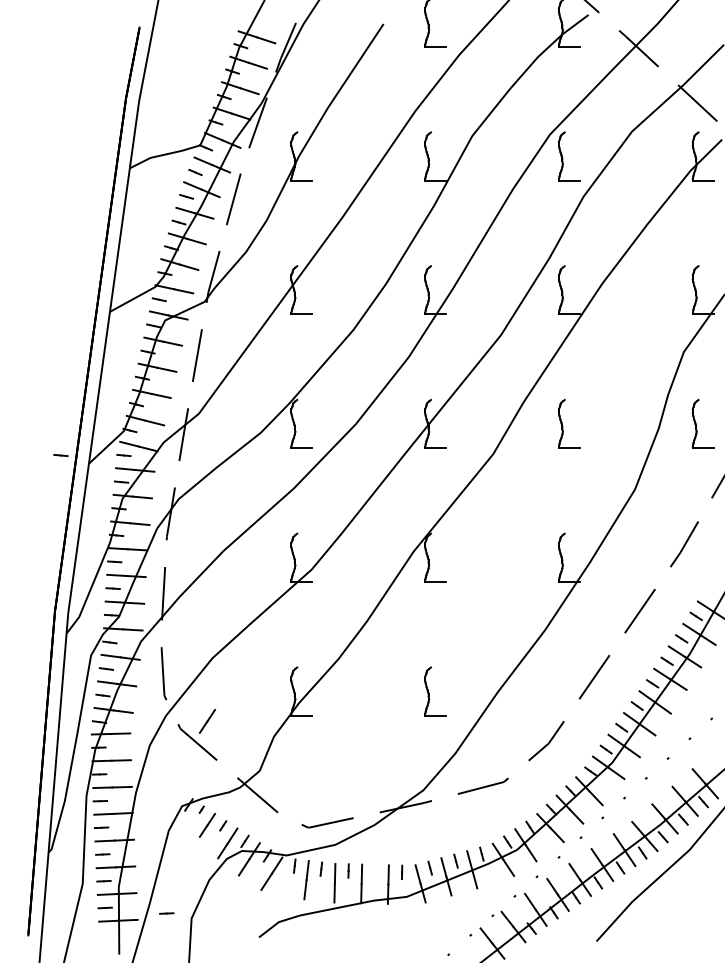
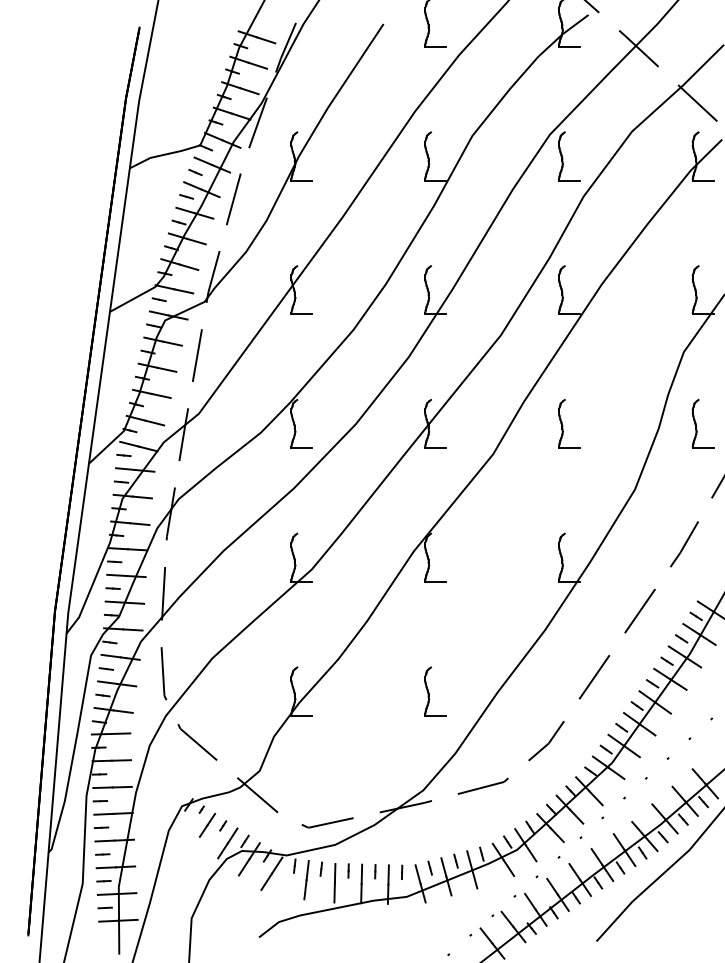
line at (60, 455): present -> none
line at (207, 720): present -> none
line at (375, 871): none -> present
line at (166, 913): present -> none
